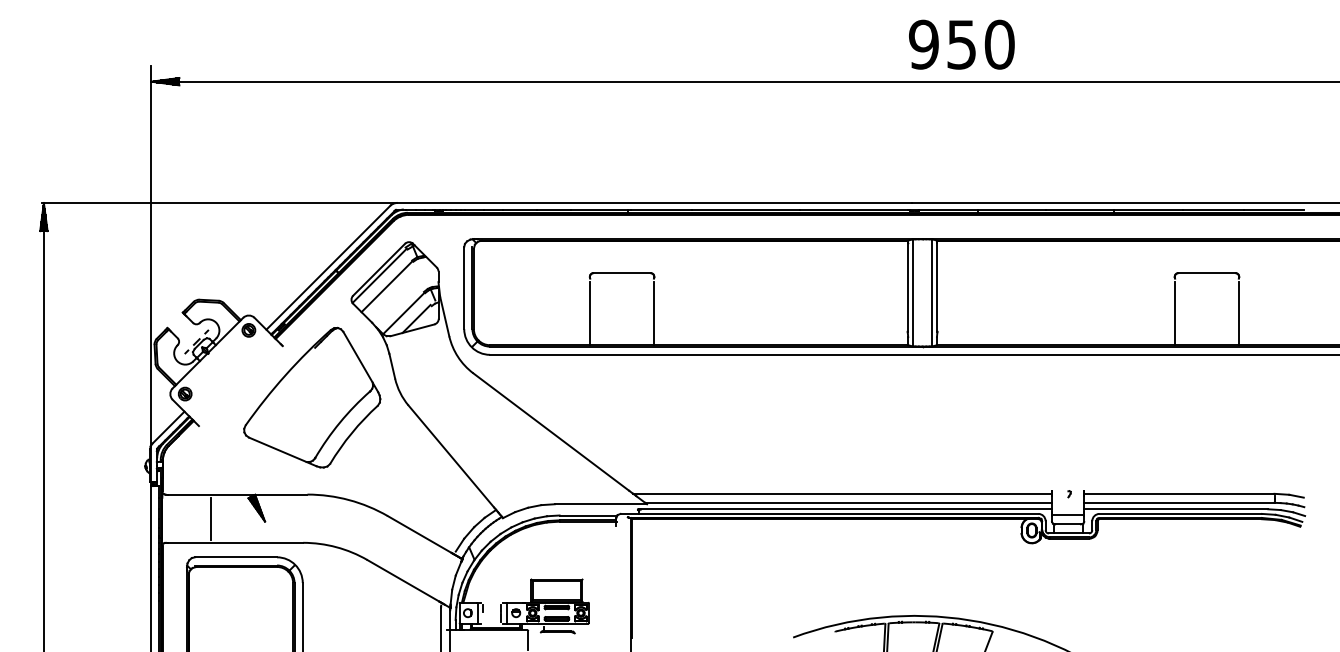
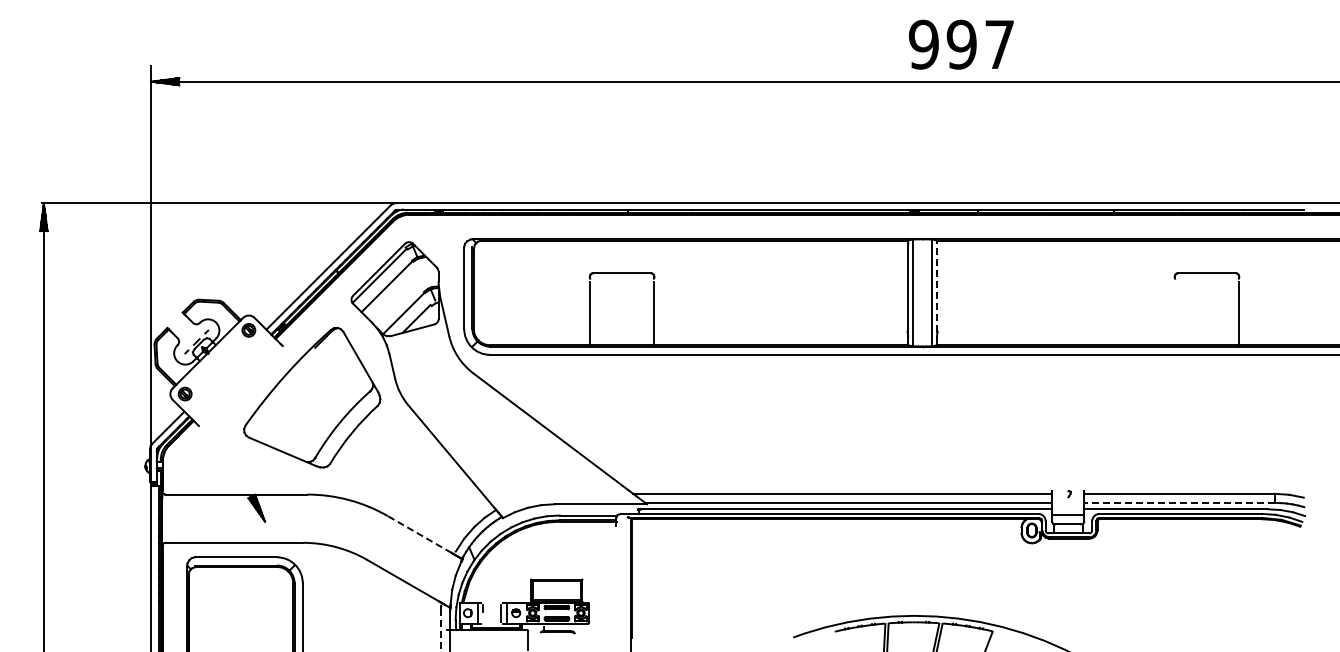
text at (980, 44): 950 -> 997
line at (937, 287): solid -> dashed
line at (1174, 313): present -> none
line at (1178, 502): solid -> dashed
line at (211, 518): present -> none
line at (419, 534): solid -> dashed
line at (441, 629): solid -> dashed
